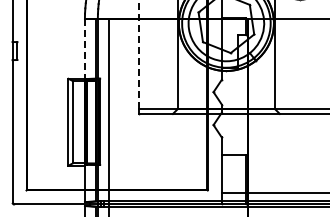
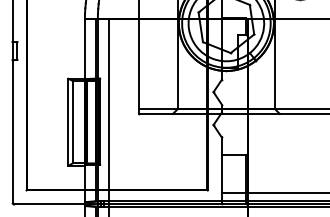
line at (84, 48): dashed -> solid
line at (138, 54): dashed -> solid
